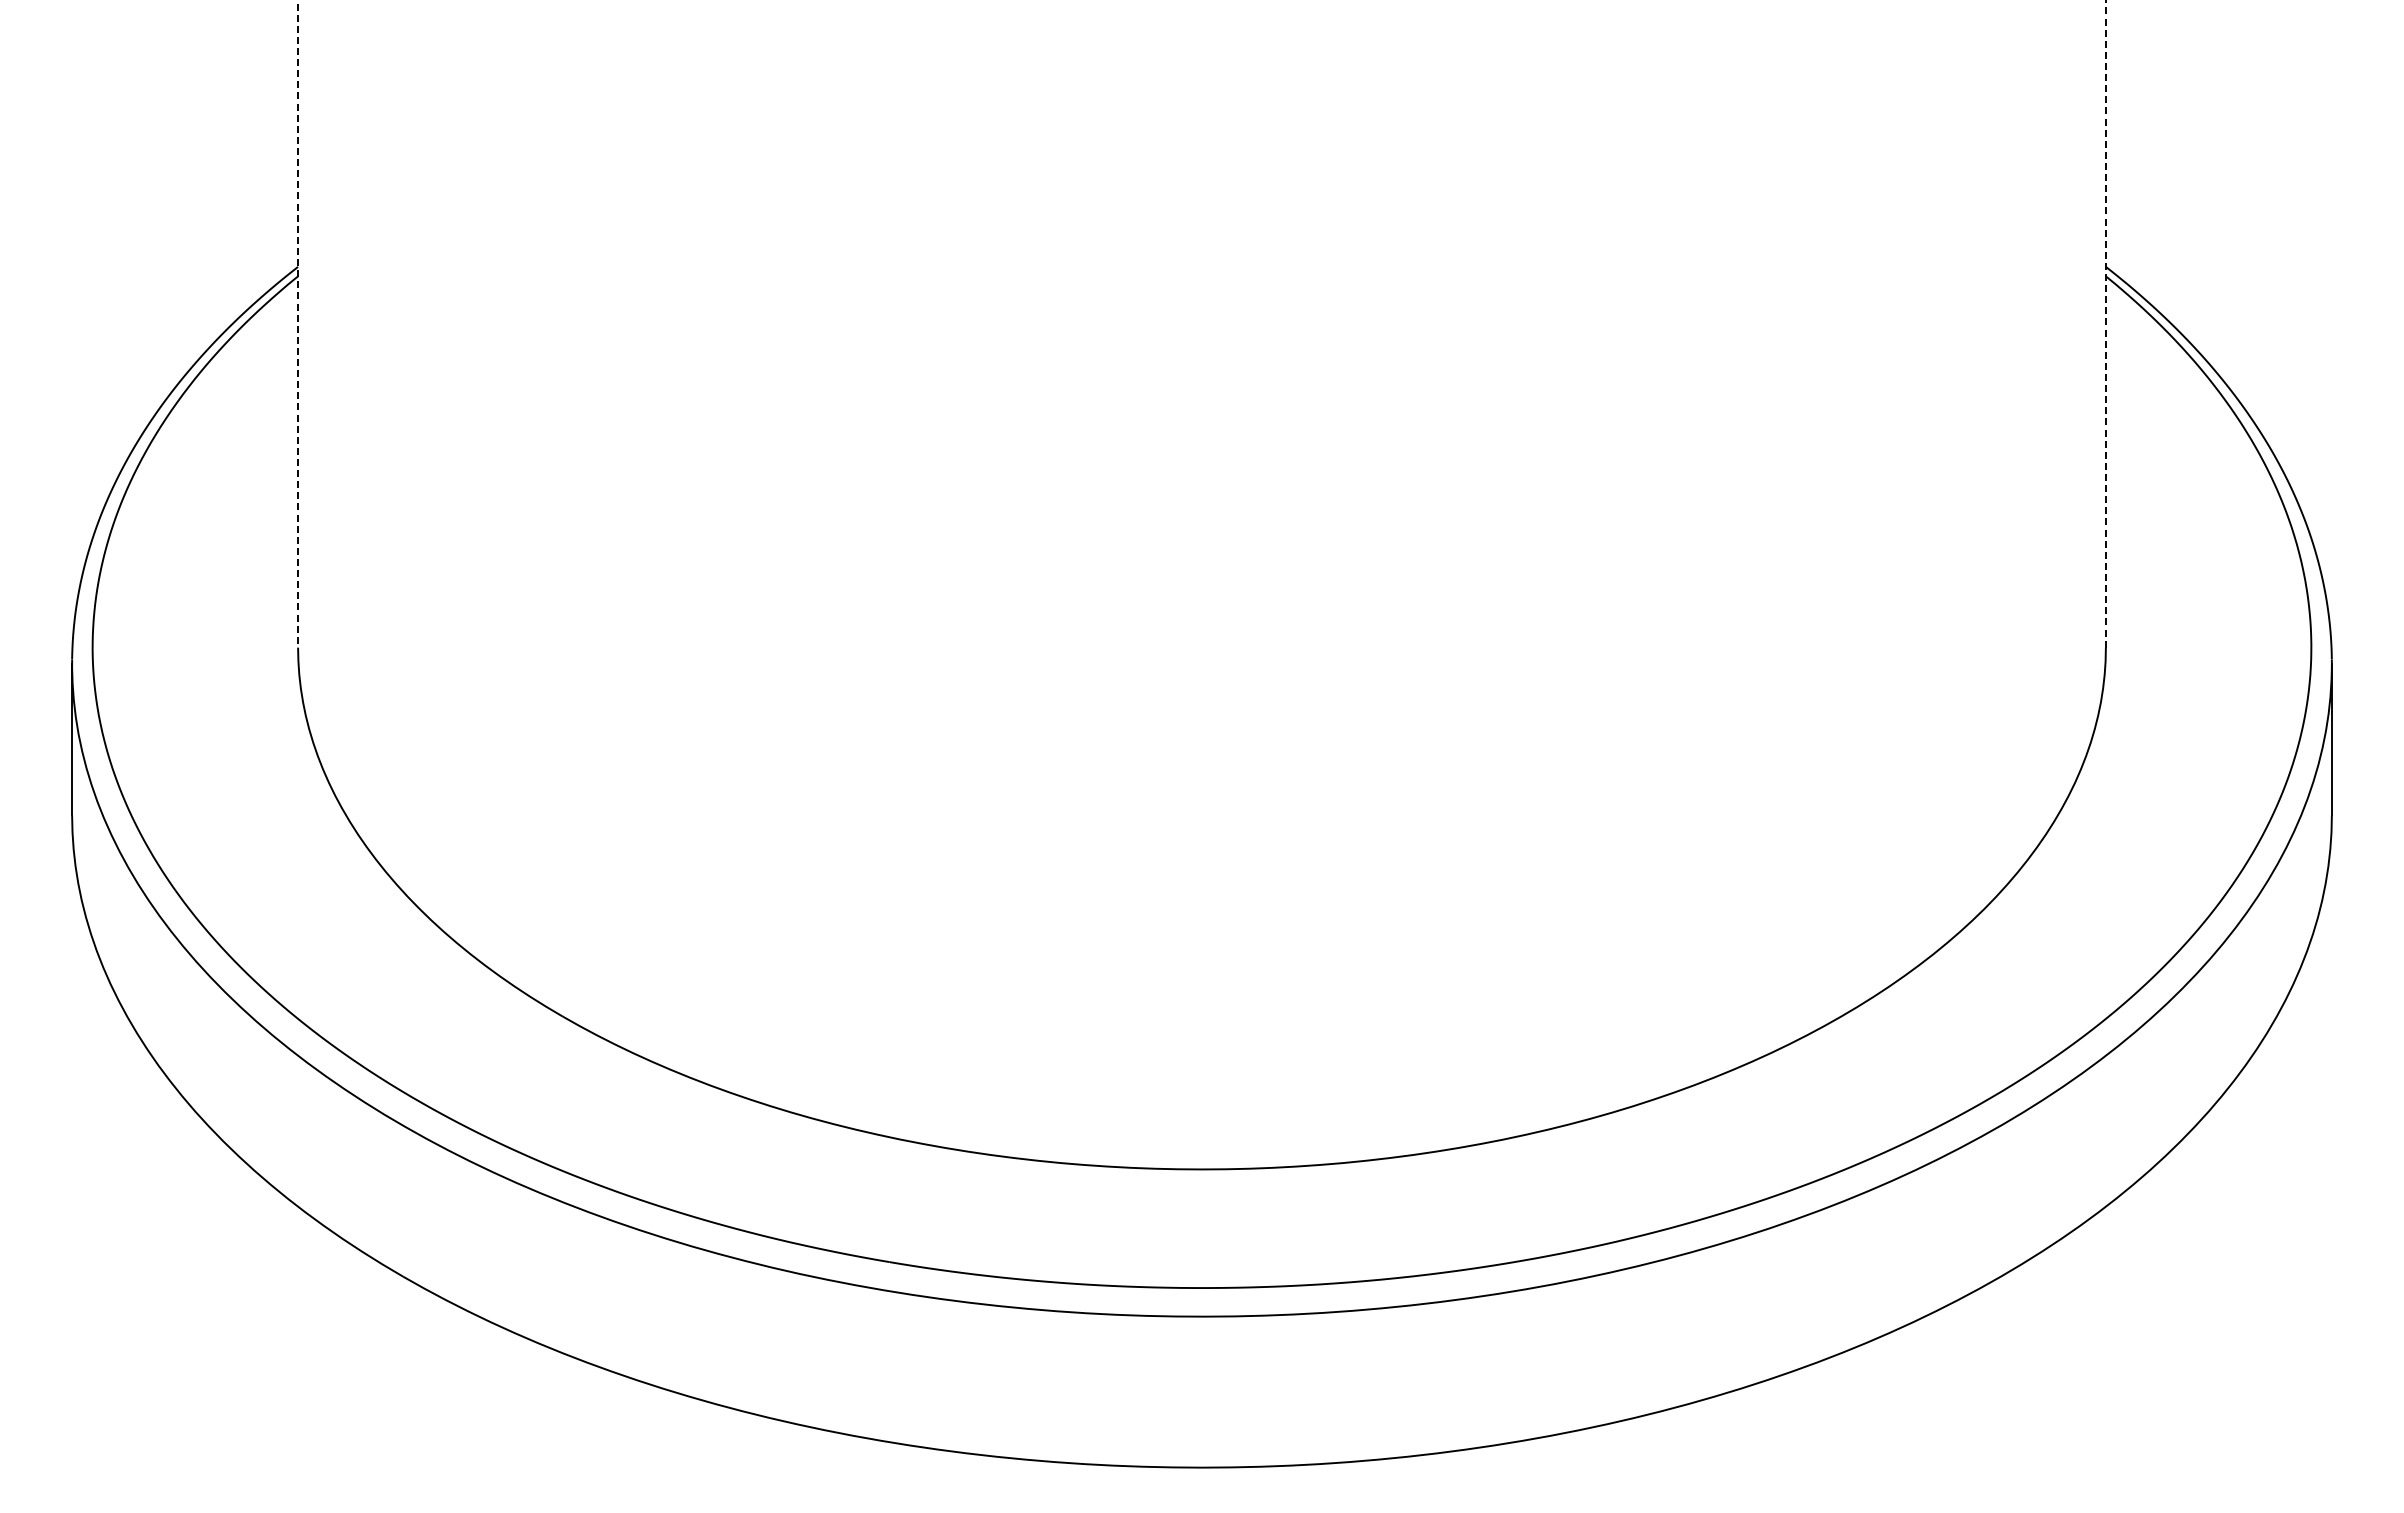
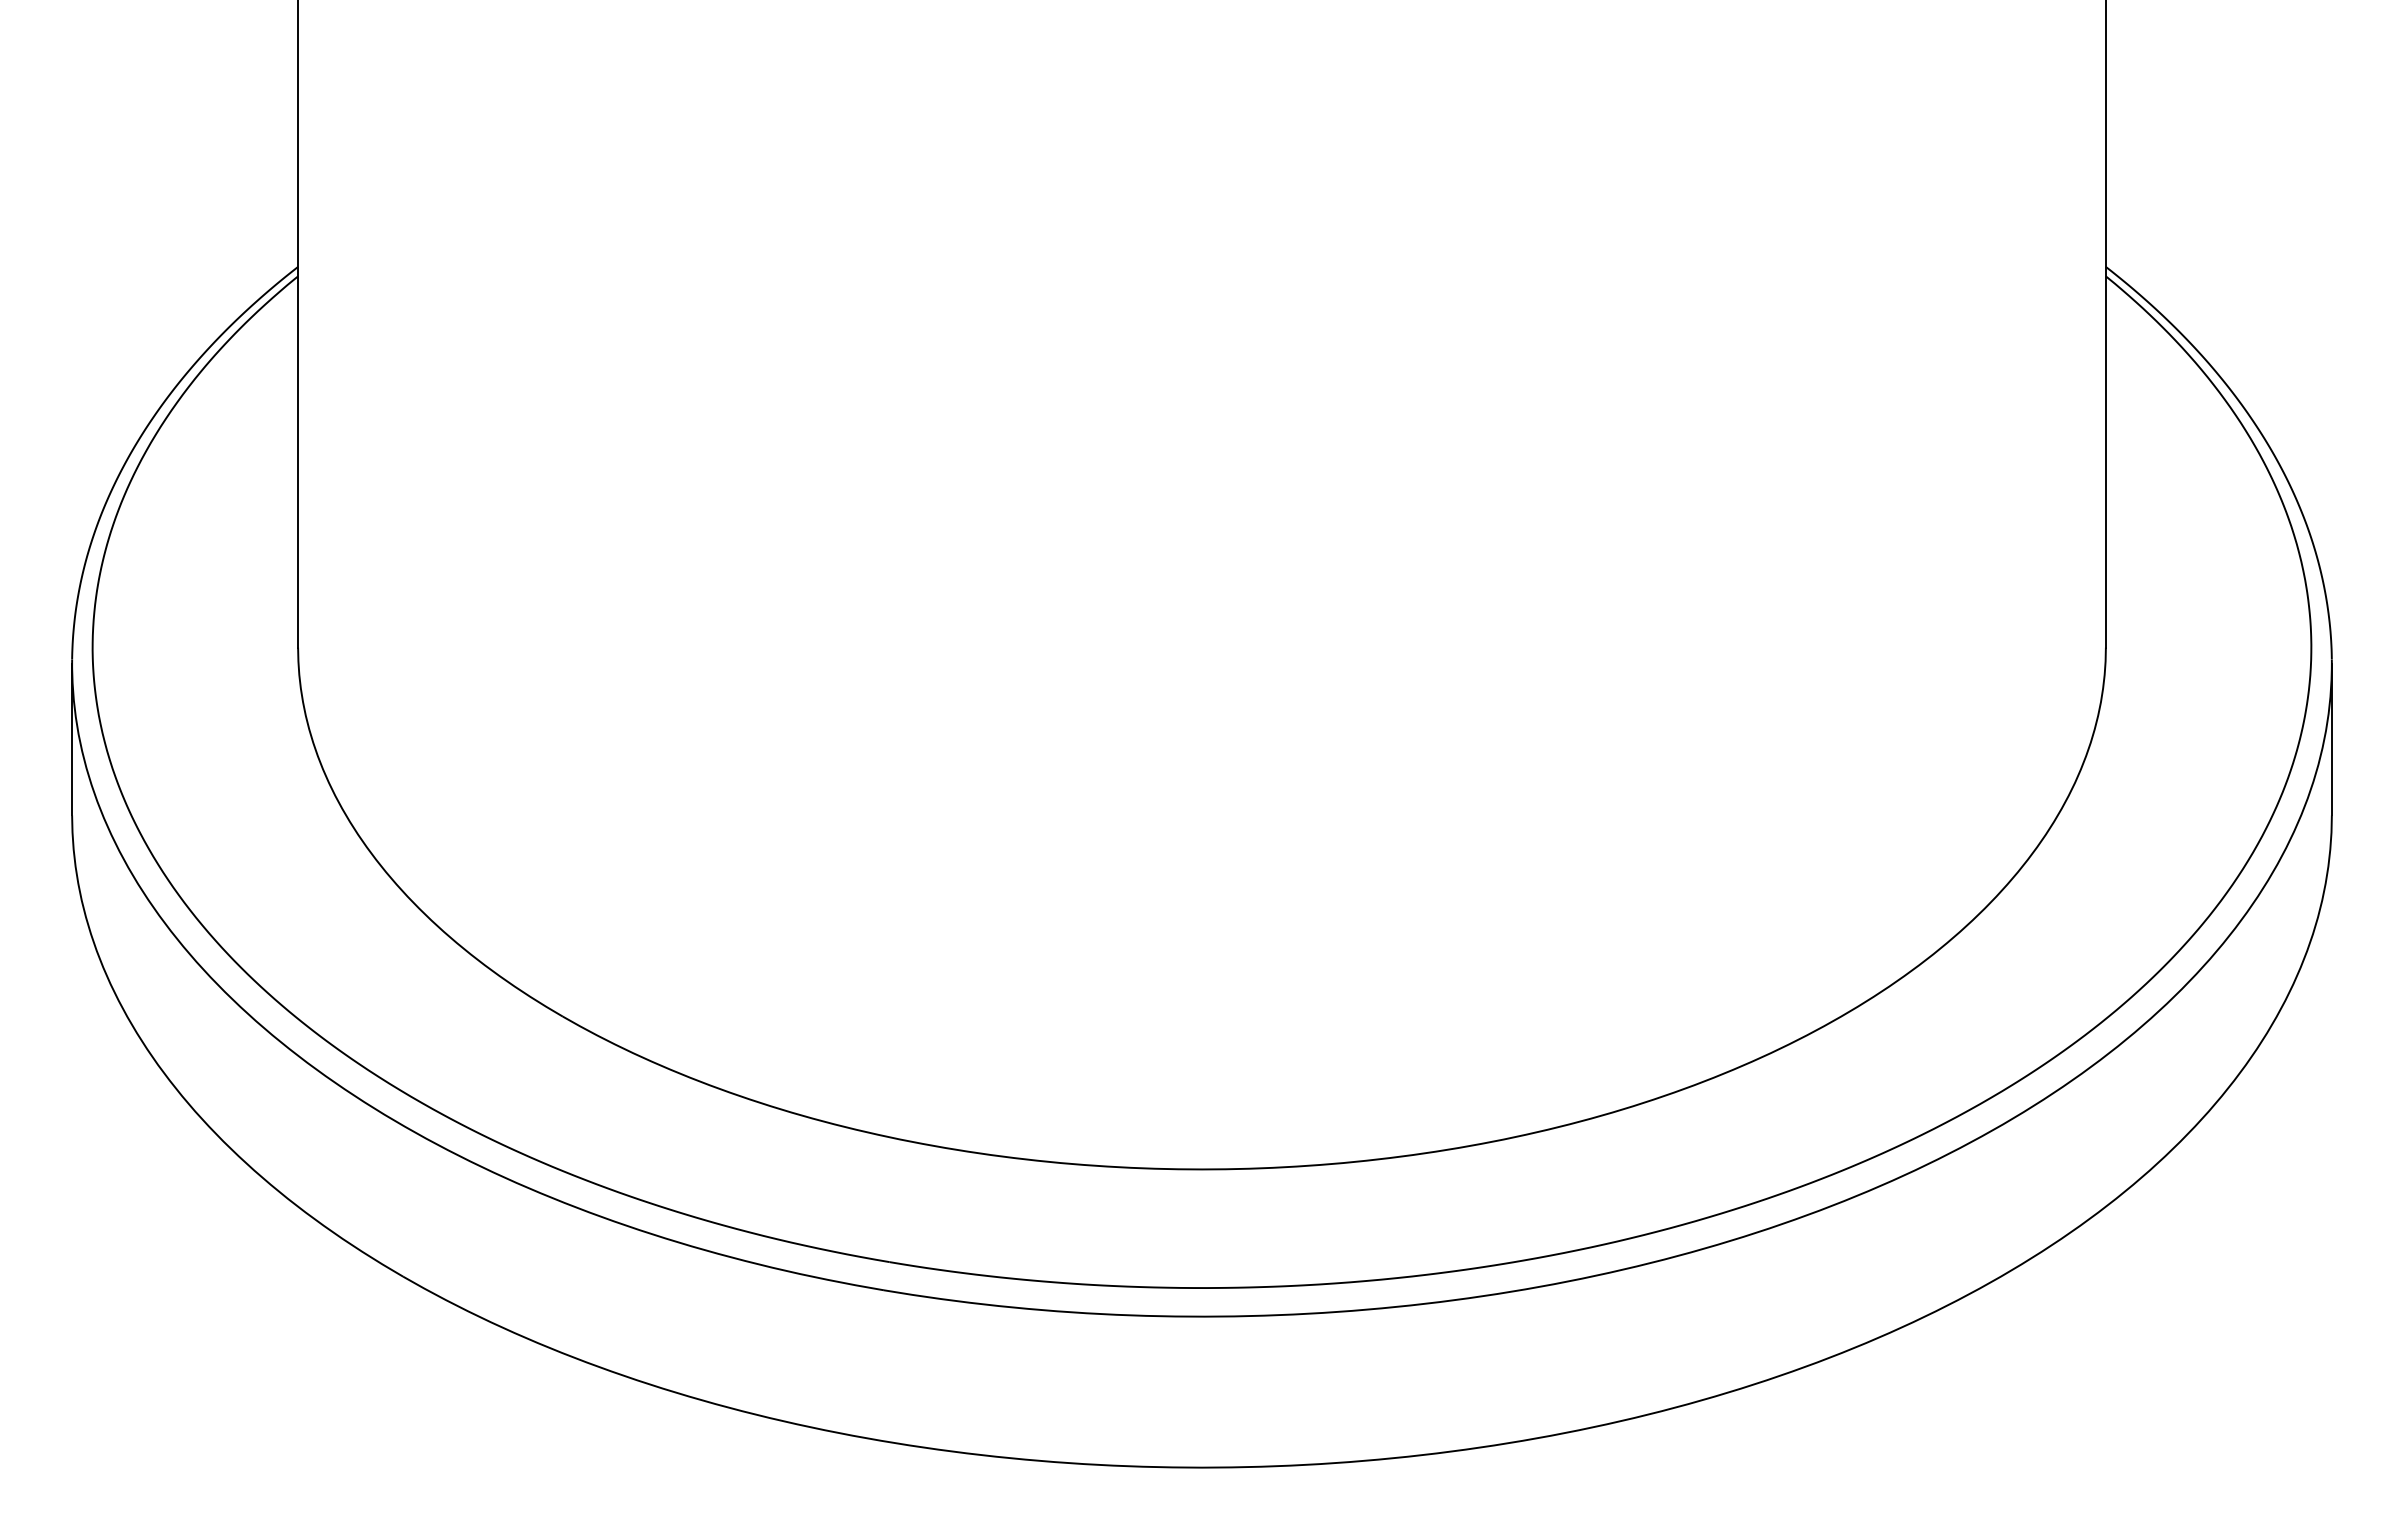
line at (2105, 323): dashed -> solid
line at (298, 324): dashed -> solid
